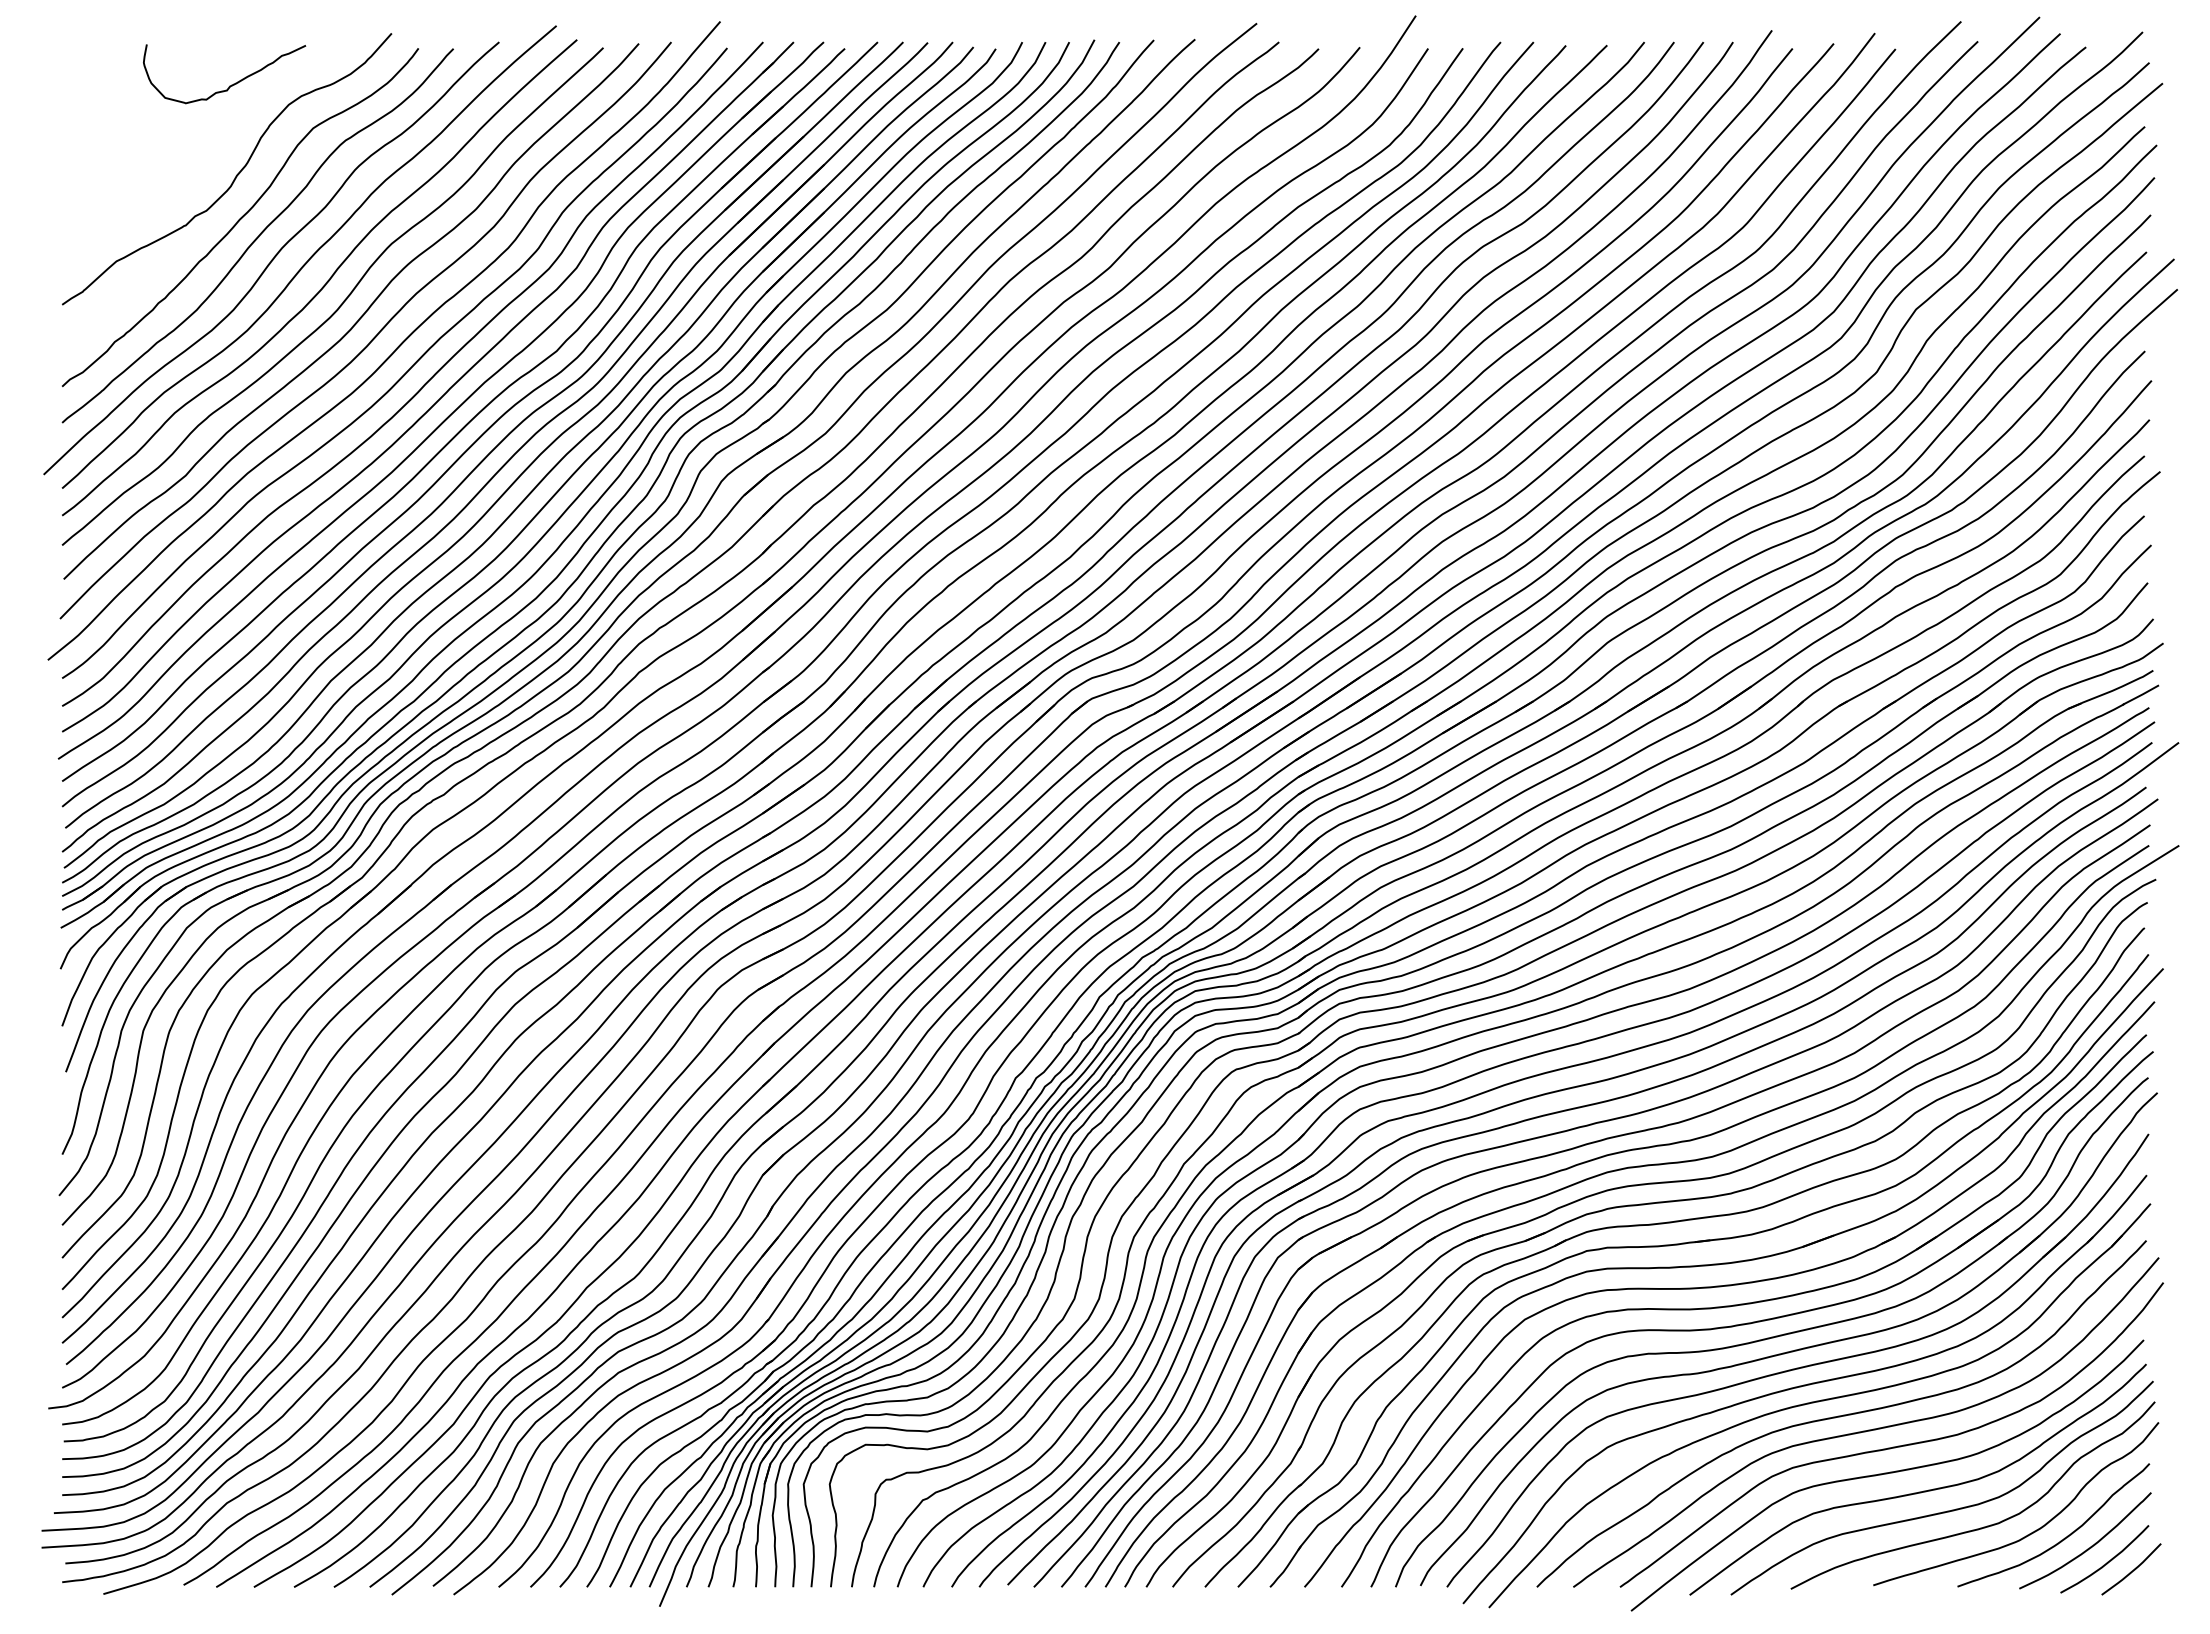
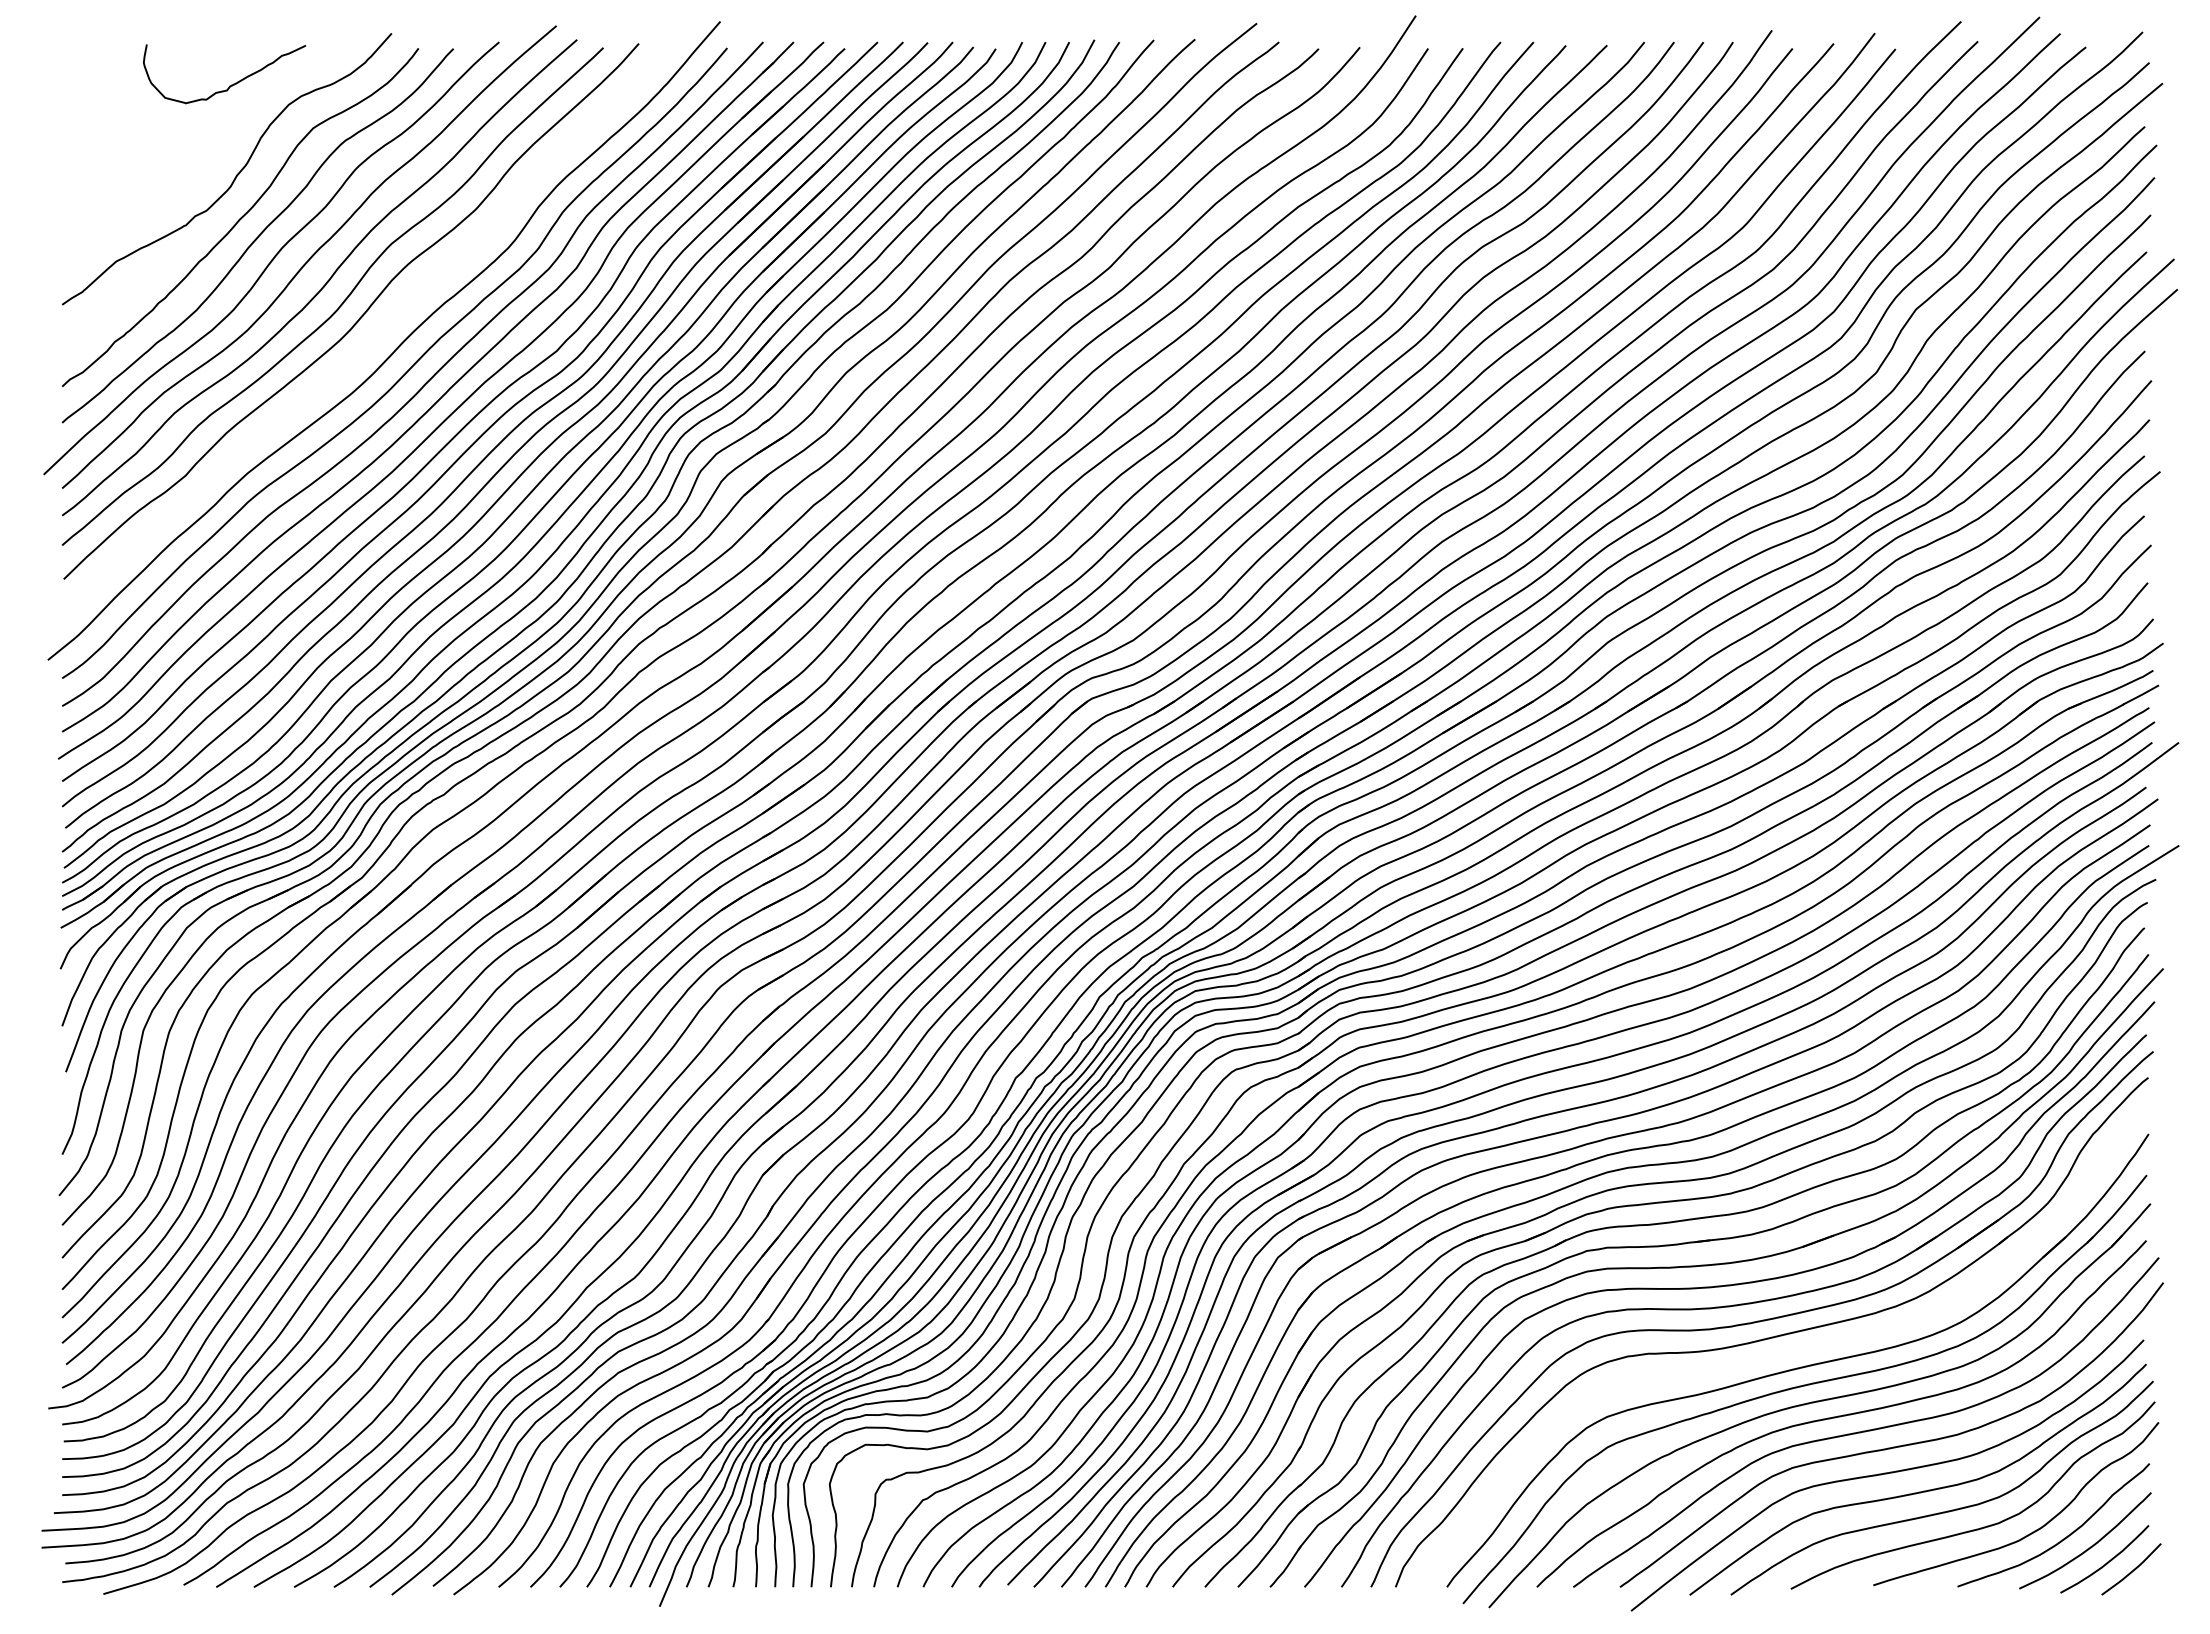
curve at (373, 337): present -> none
part at (1790, 1350): present -> none
